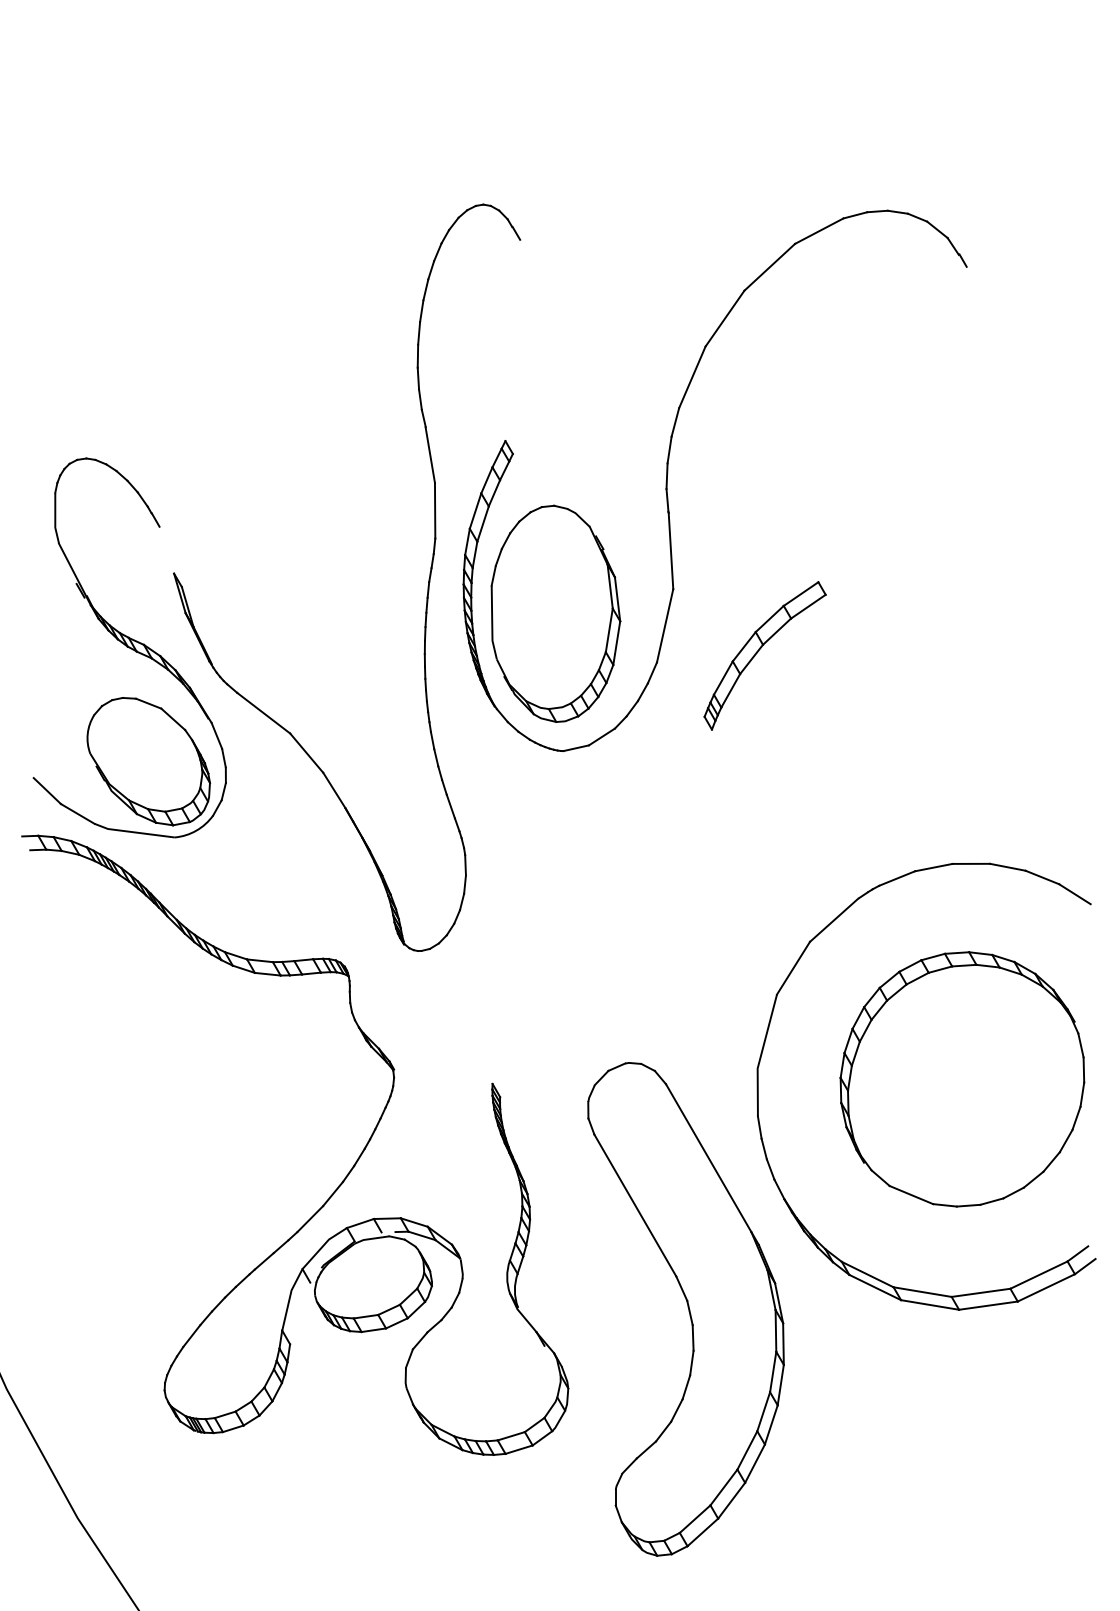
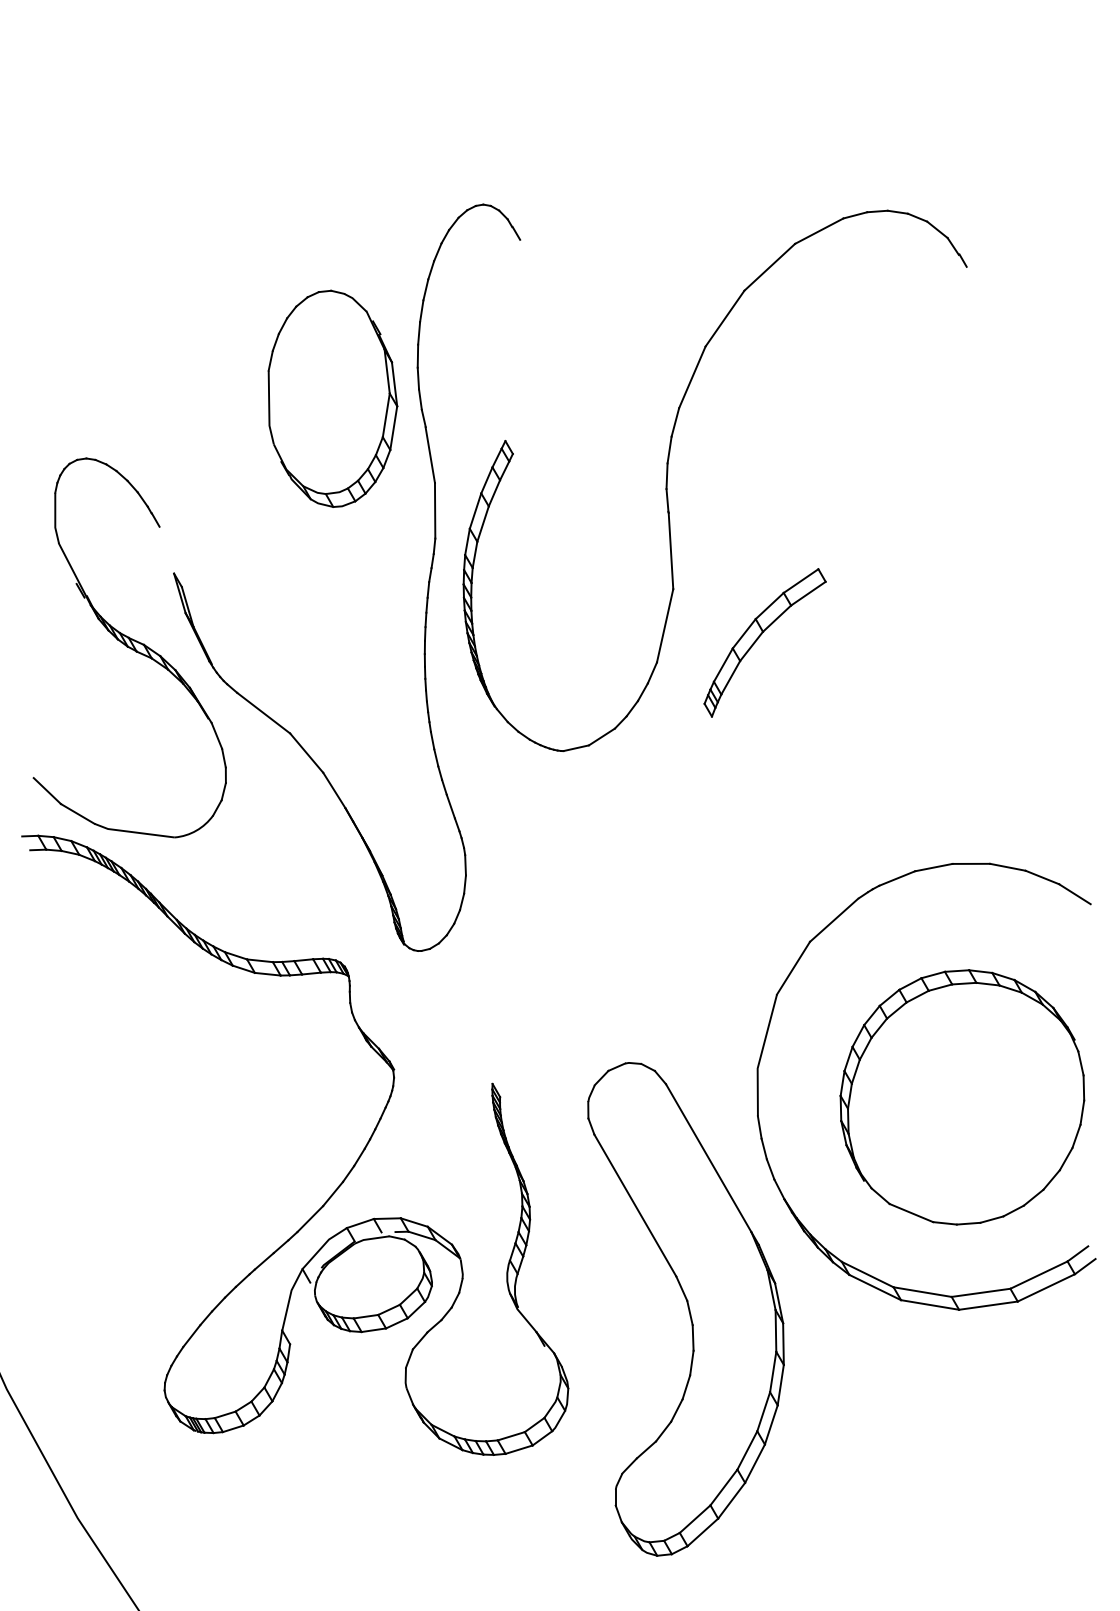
part at (555, 613) position: (555, 613) -> (332, 398)
part at (758, 652) position: (758, 652) -> (758, 639)
part at (148, 761): present -> none
part at (962, 1079) position: (962, 1079) -> (962, 1097)
